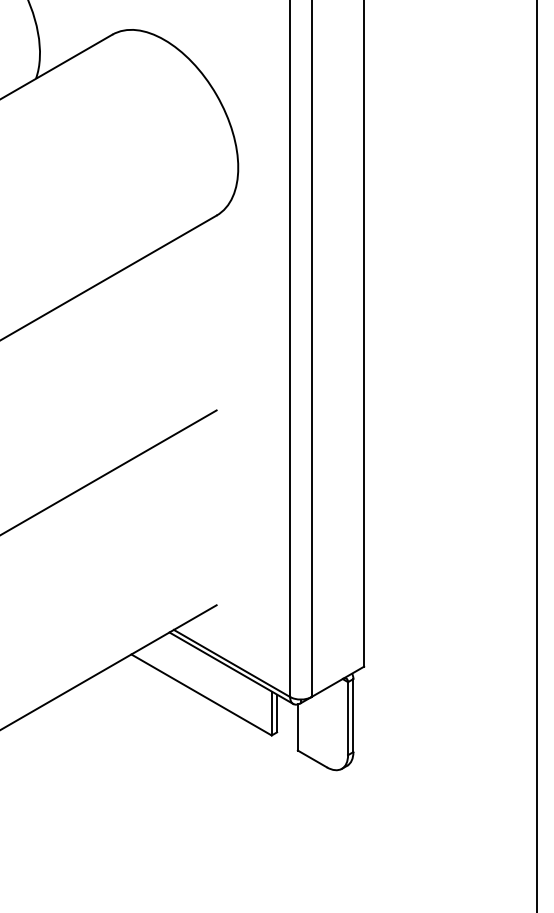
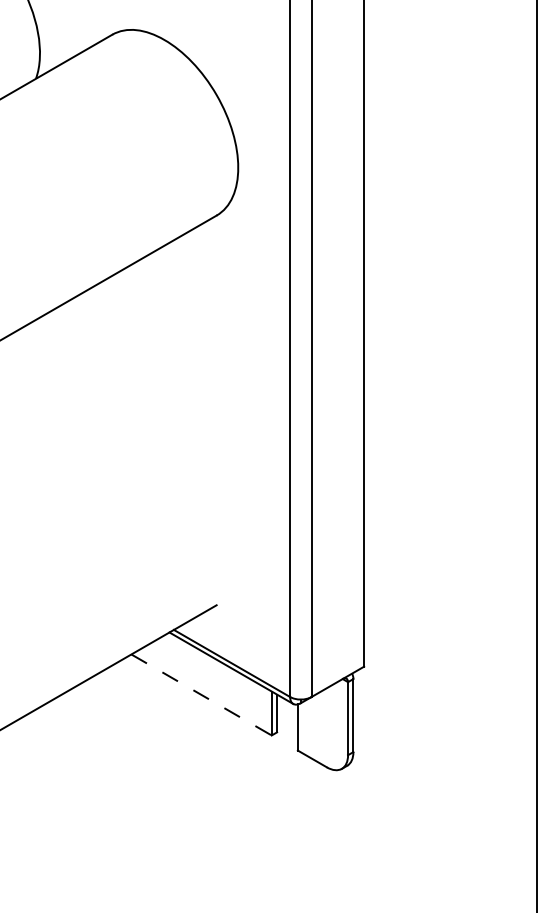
line at (109, 472): present -> none
line at (202, 695): solid -> dashed
